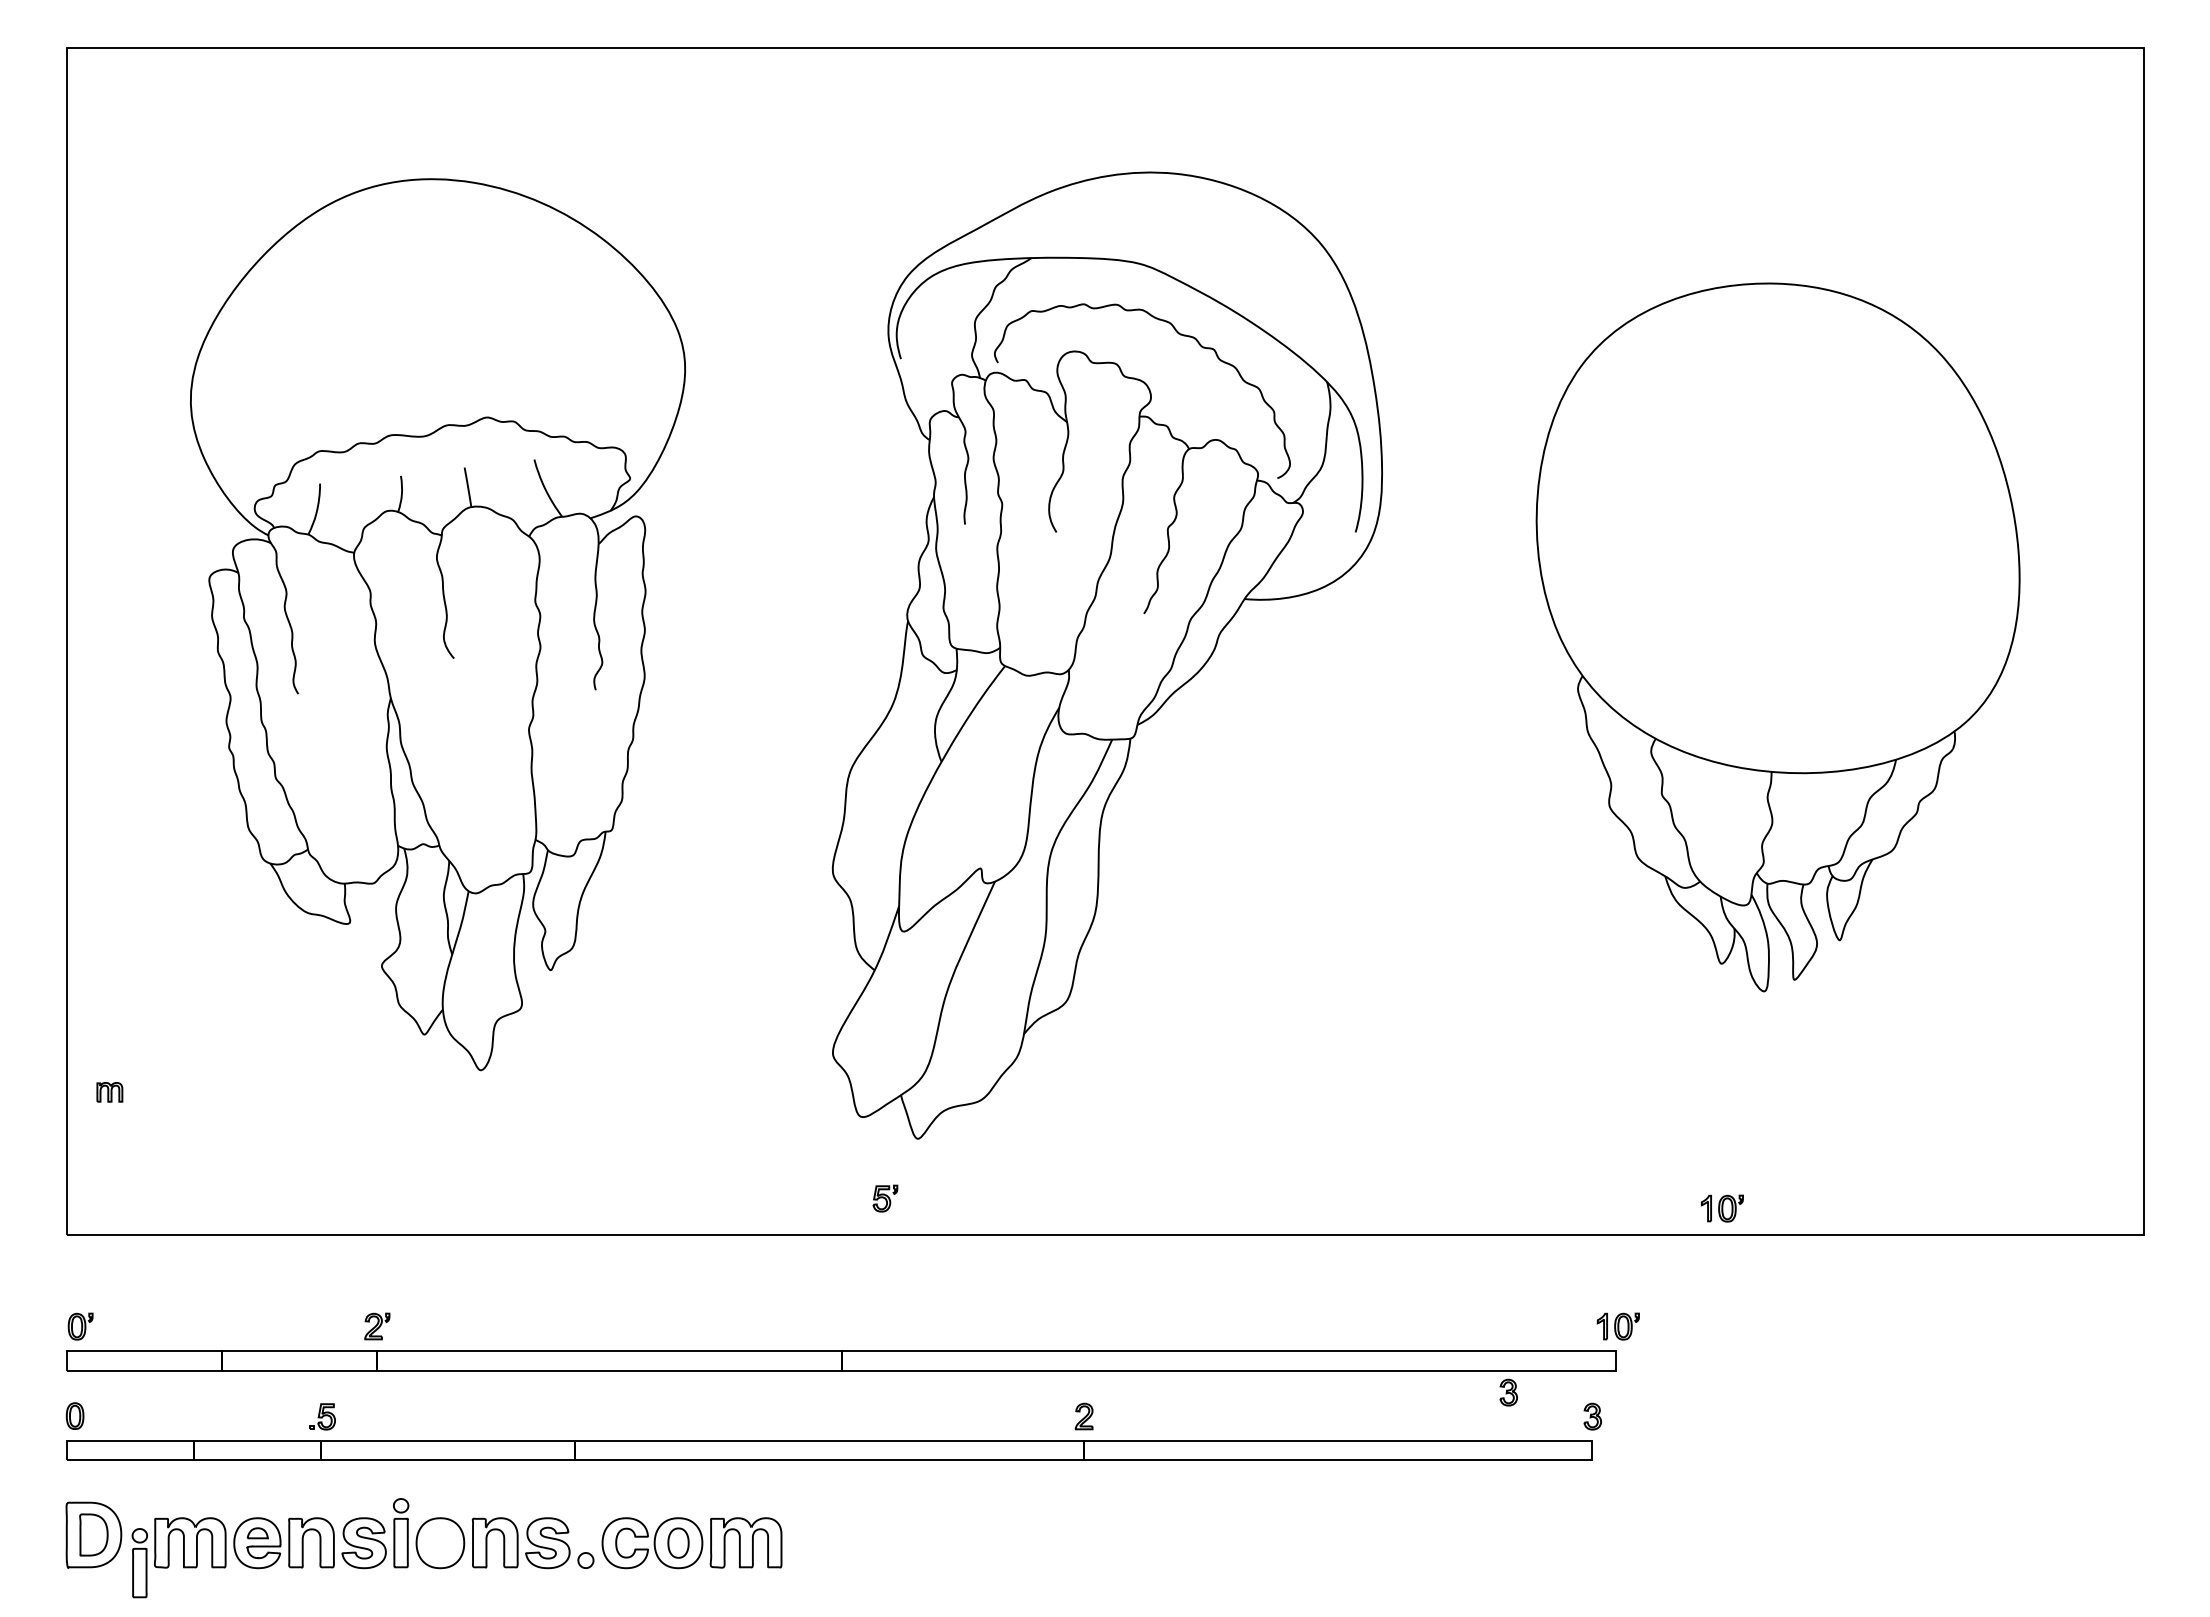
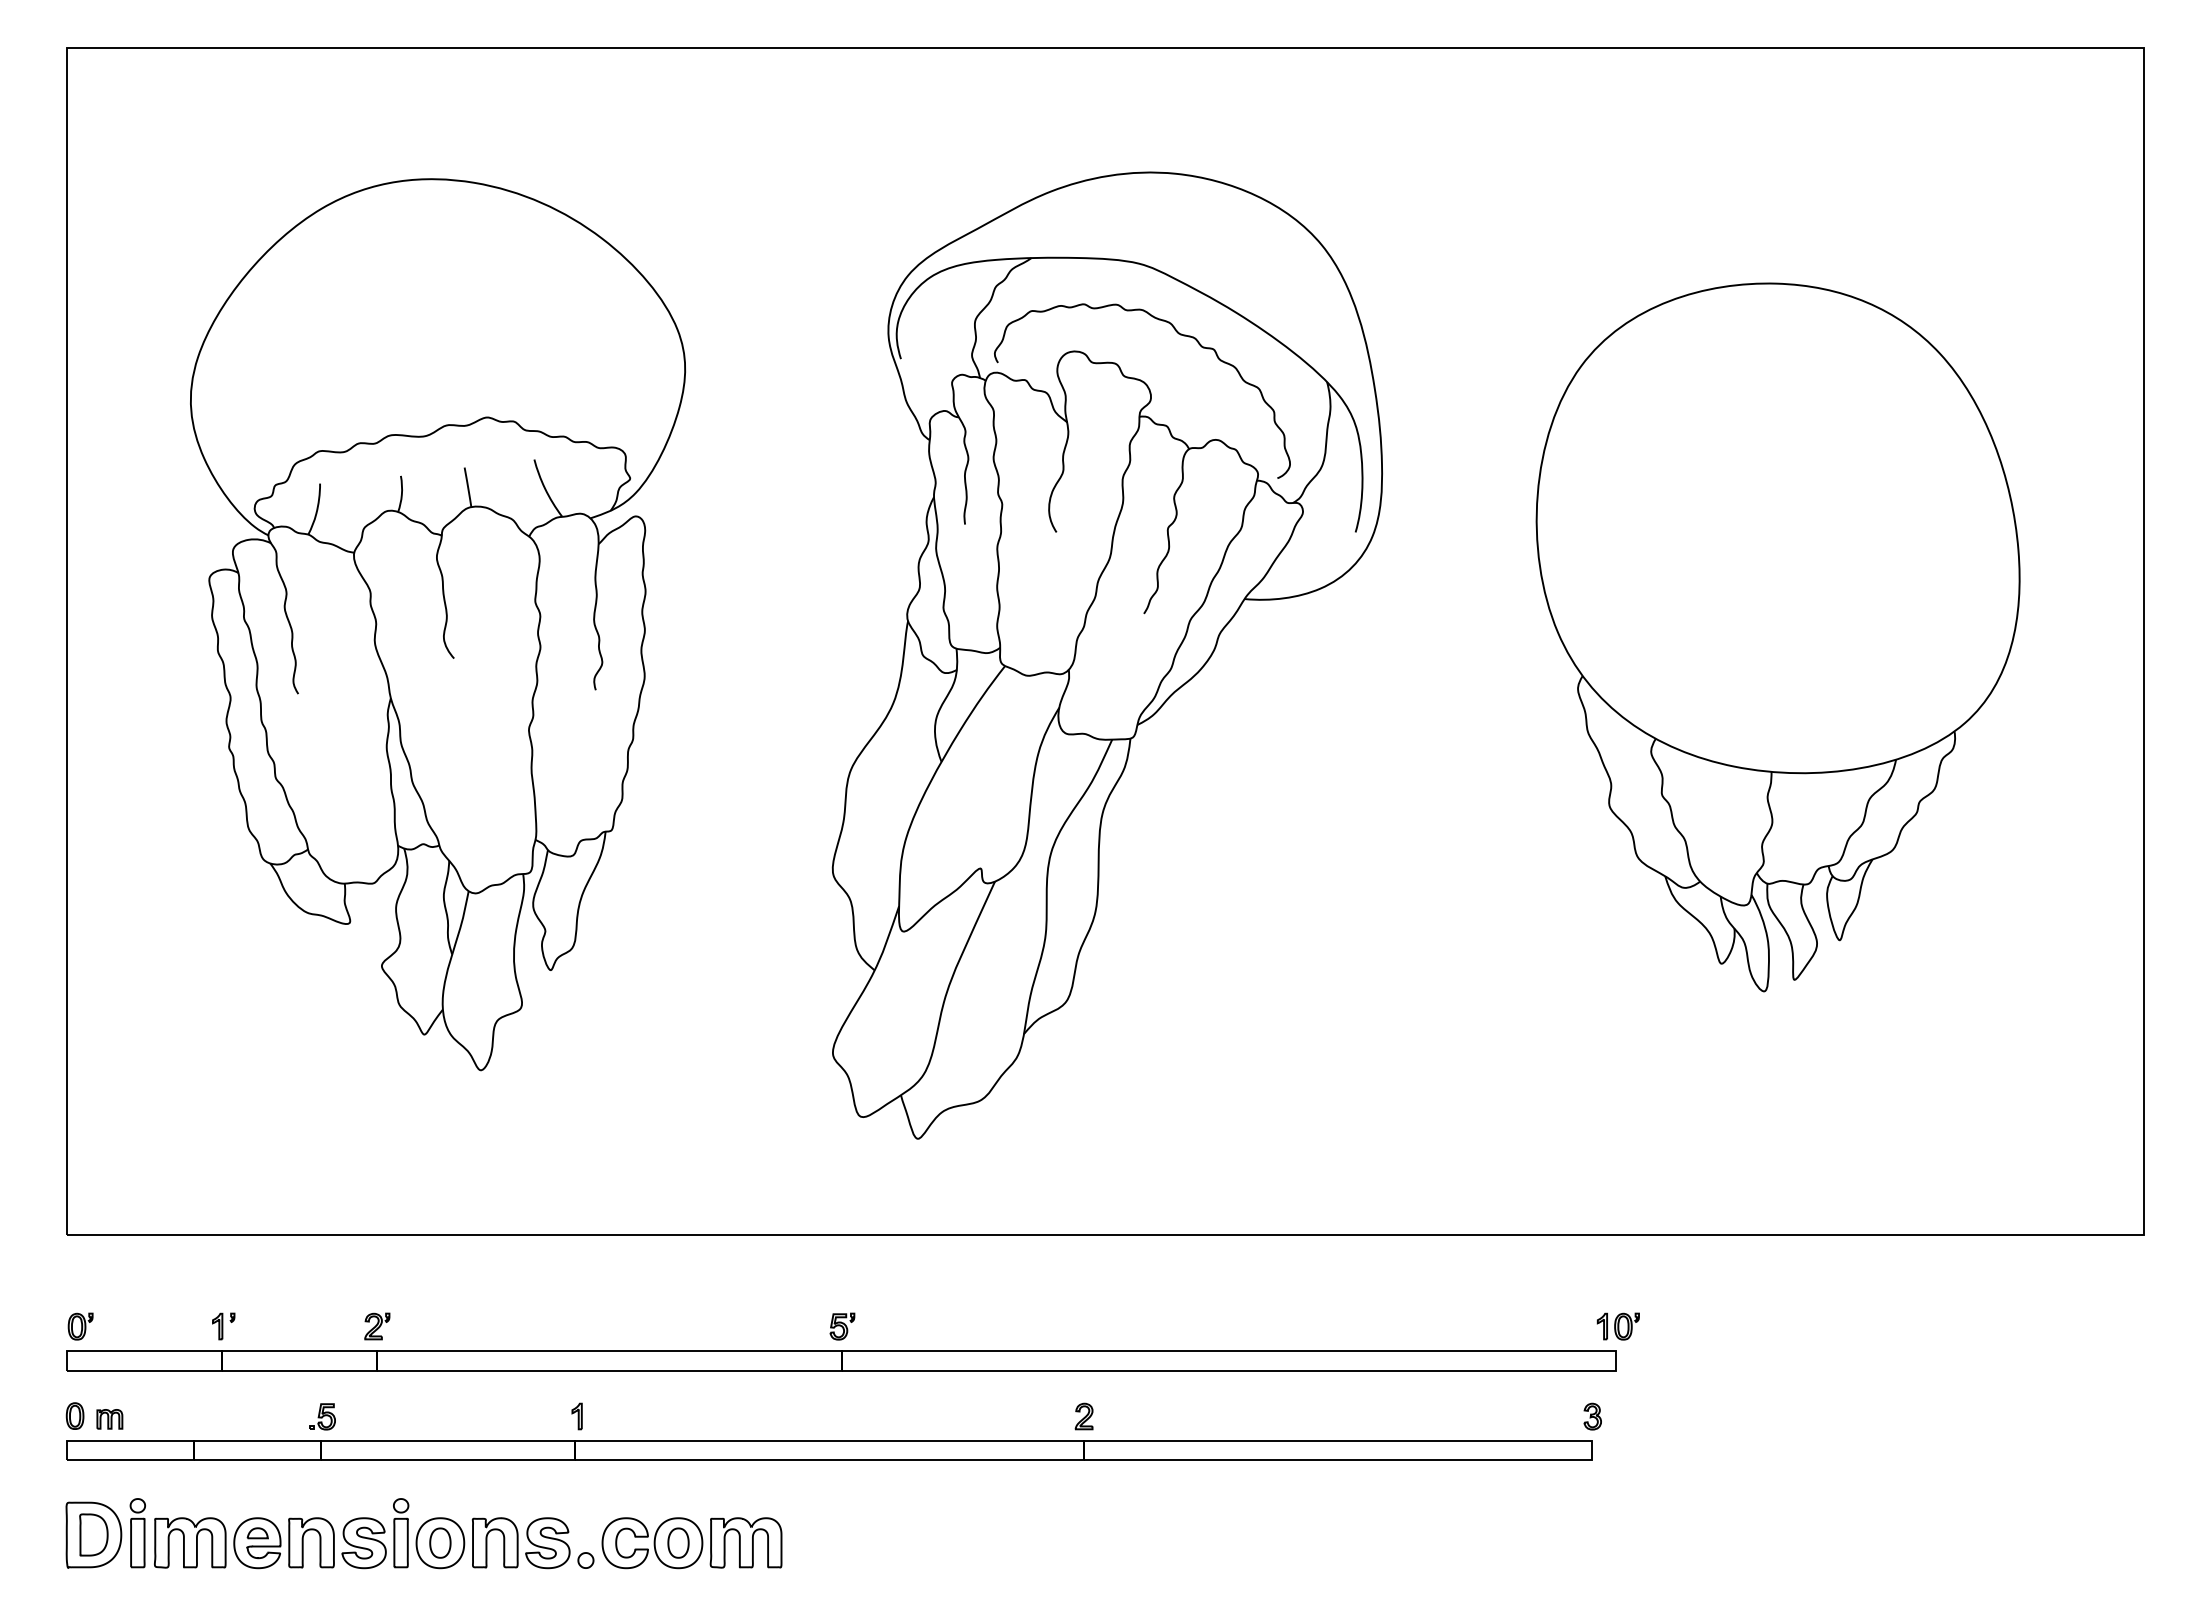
part at (109, 1092) position: (109, 1092) -> (109, 1419)
part at (885, 1198) position: (885, 1198) -> (842, 1326)
part at (1721, 1208): present -> none
part at (223, 1326): none -> present
part at (1508, 1392): present -> none
part at (576, 1416): none -> present
part at (440, 1542): none -> present
part at (139, 1563) position: (139, 1563) -> (137, 1533)
